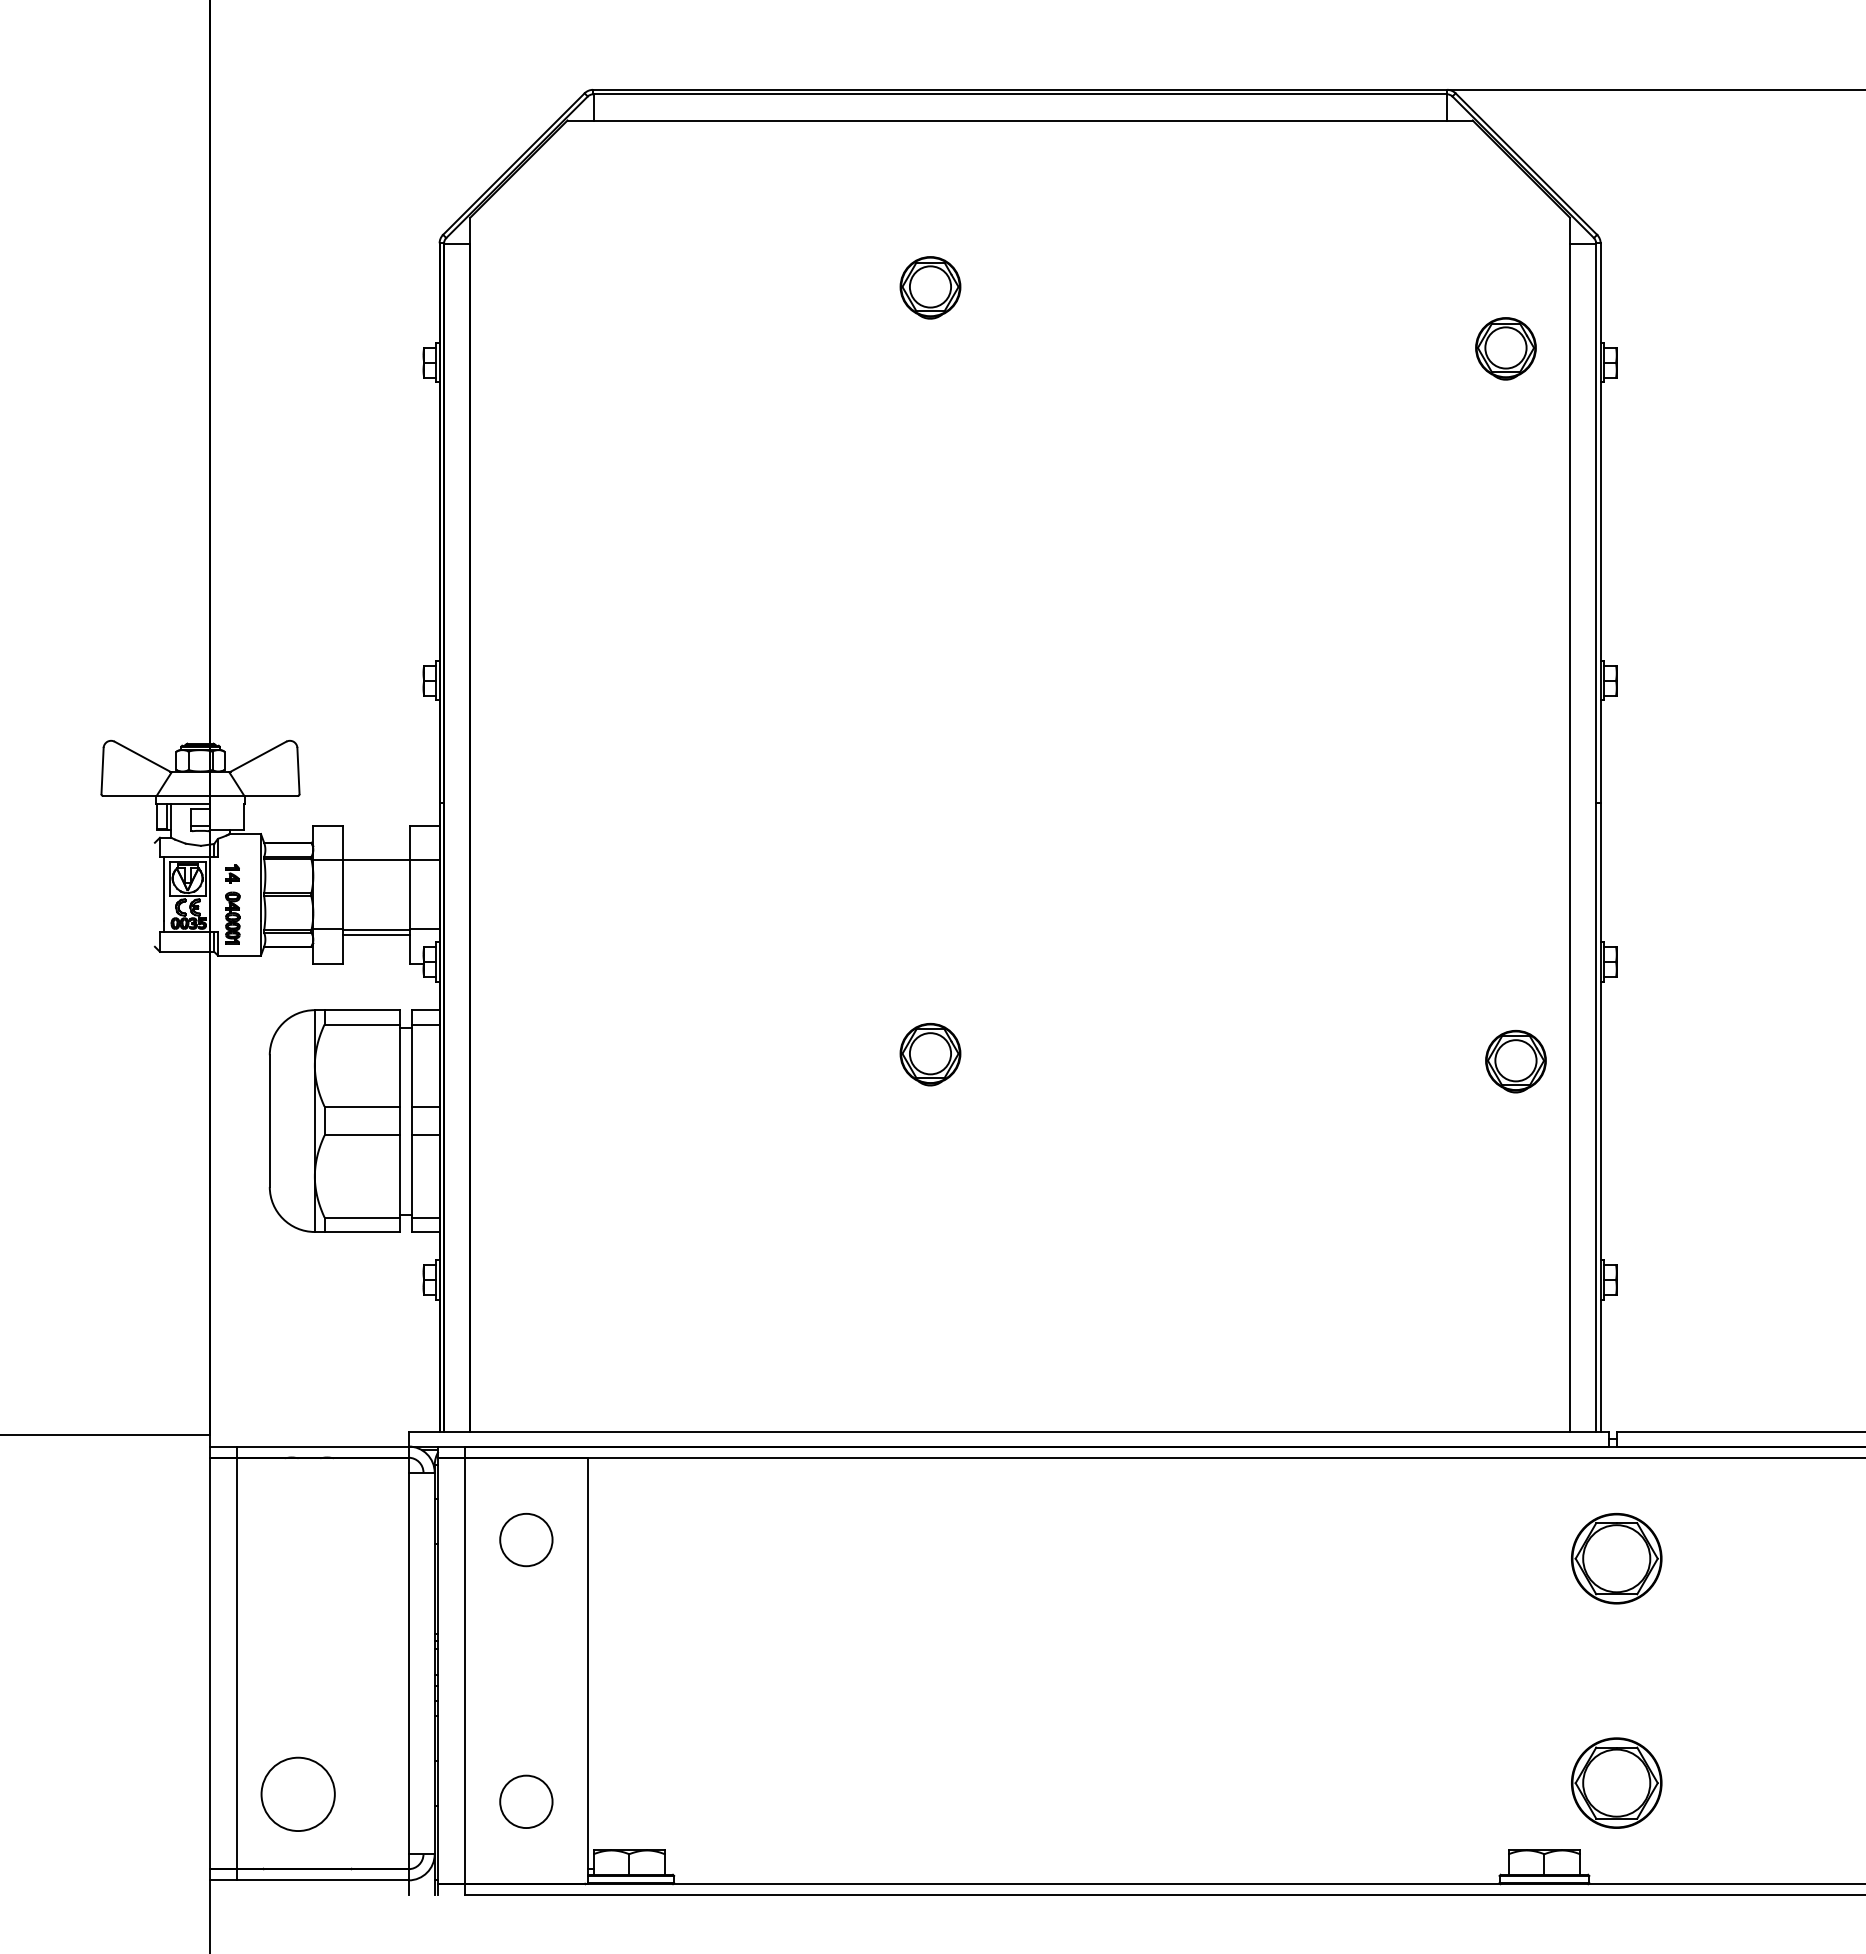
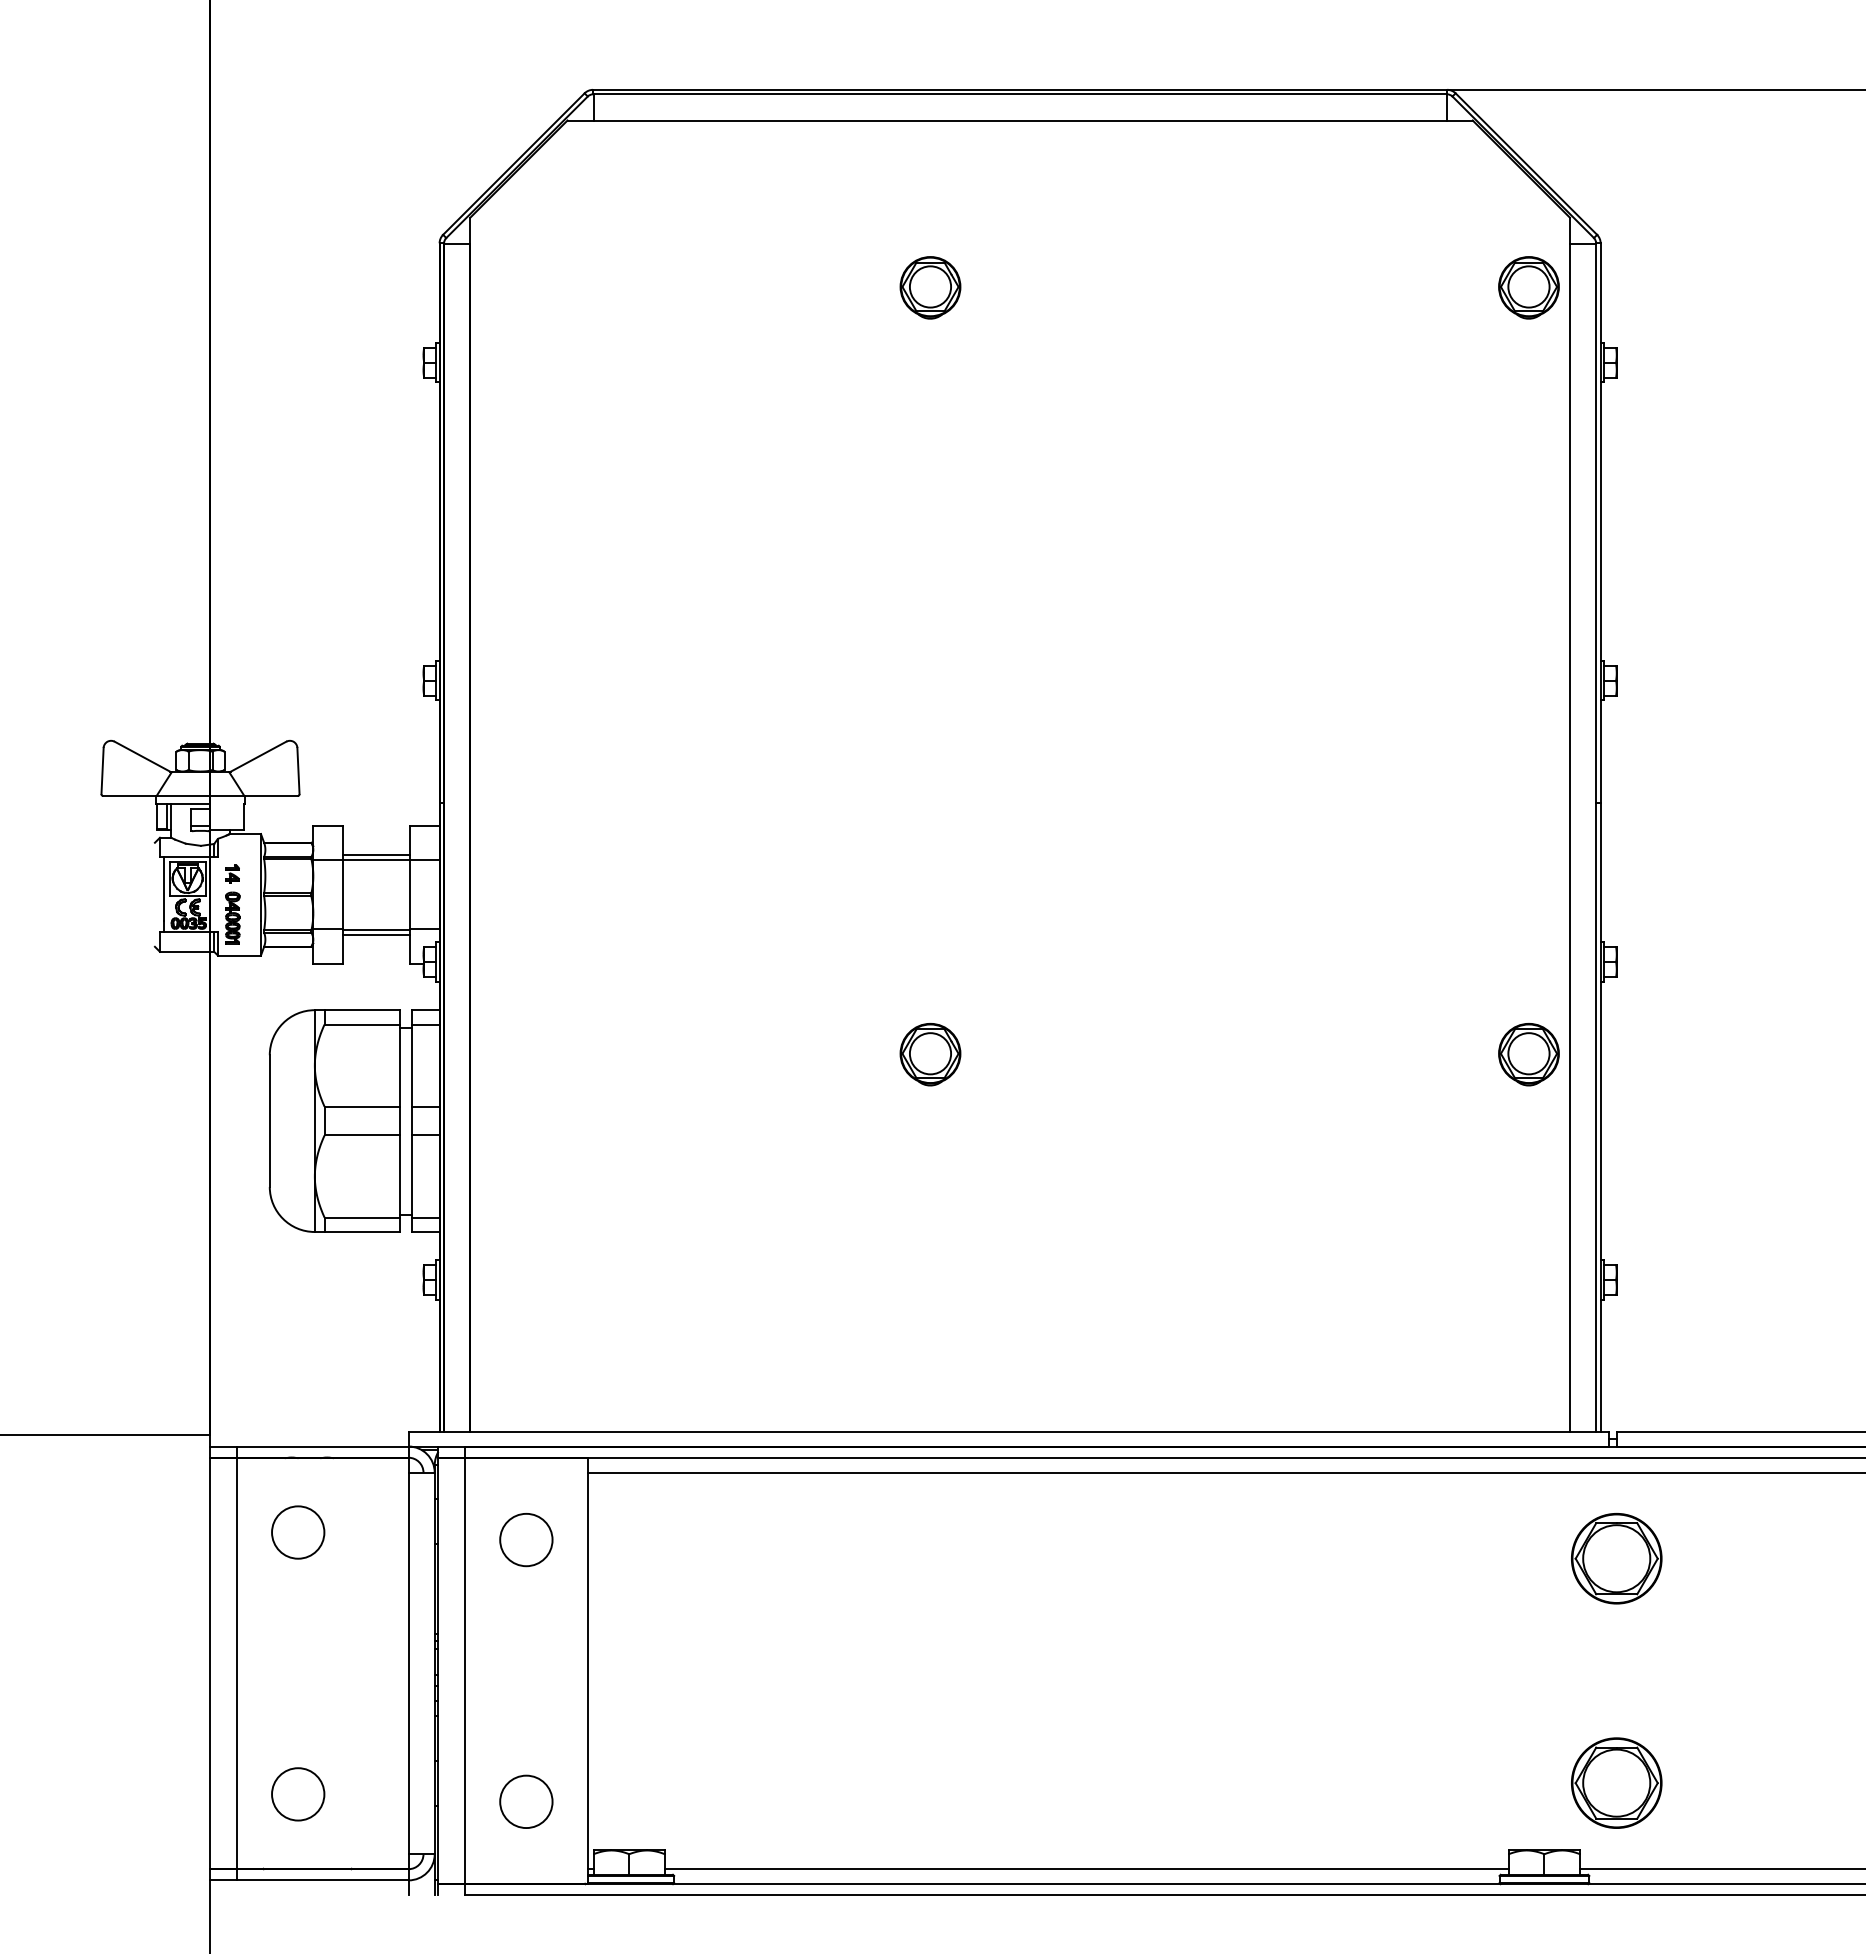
part at (1505, 348) position: (1505, 348) -> (1528, 287)
line at (376, 854): none -> present
part at (1515, 1061) position: (1515, 1061) -> (1528, 1054)
line at (1225, 1472): none -> present
circle at (298, 1532): none -> present
circle at (297, 1794) diameter: 73 px -> 52 px
line at (1086, 1869): none -> present
line at (1721, 1869): none -> present
